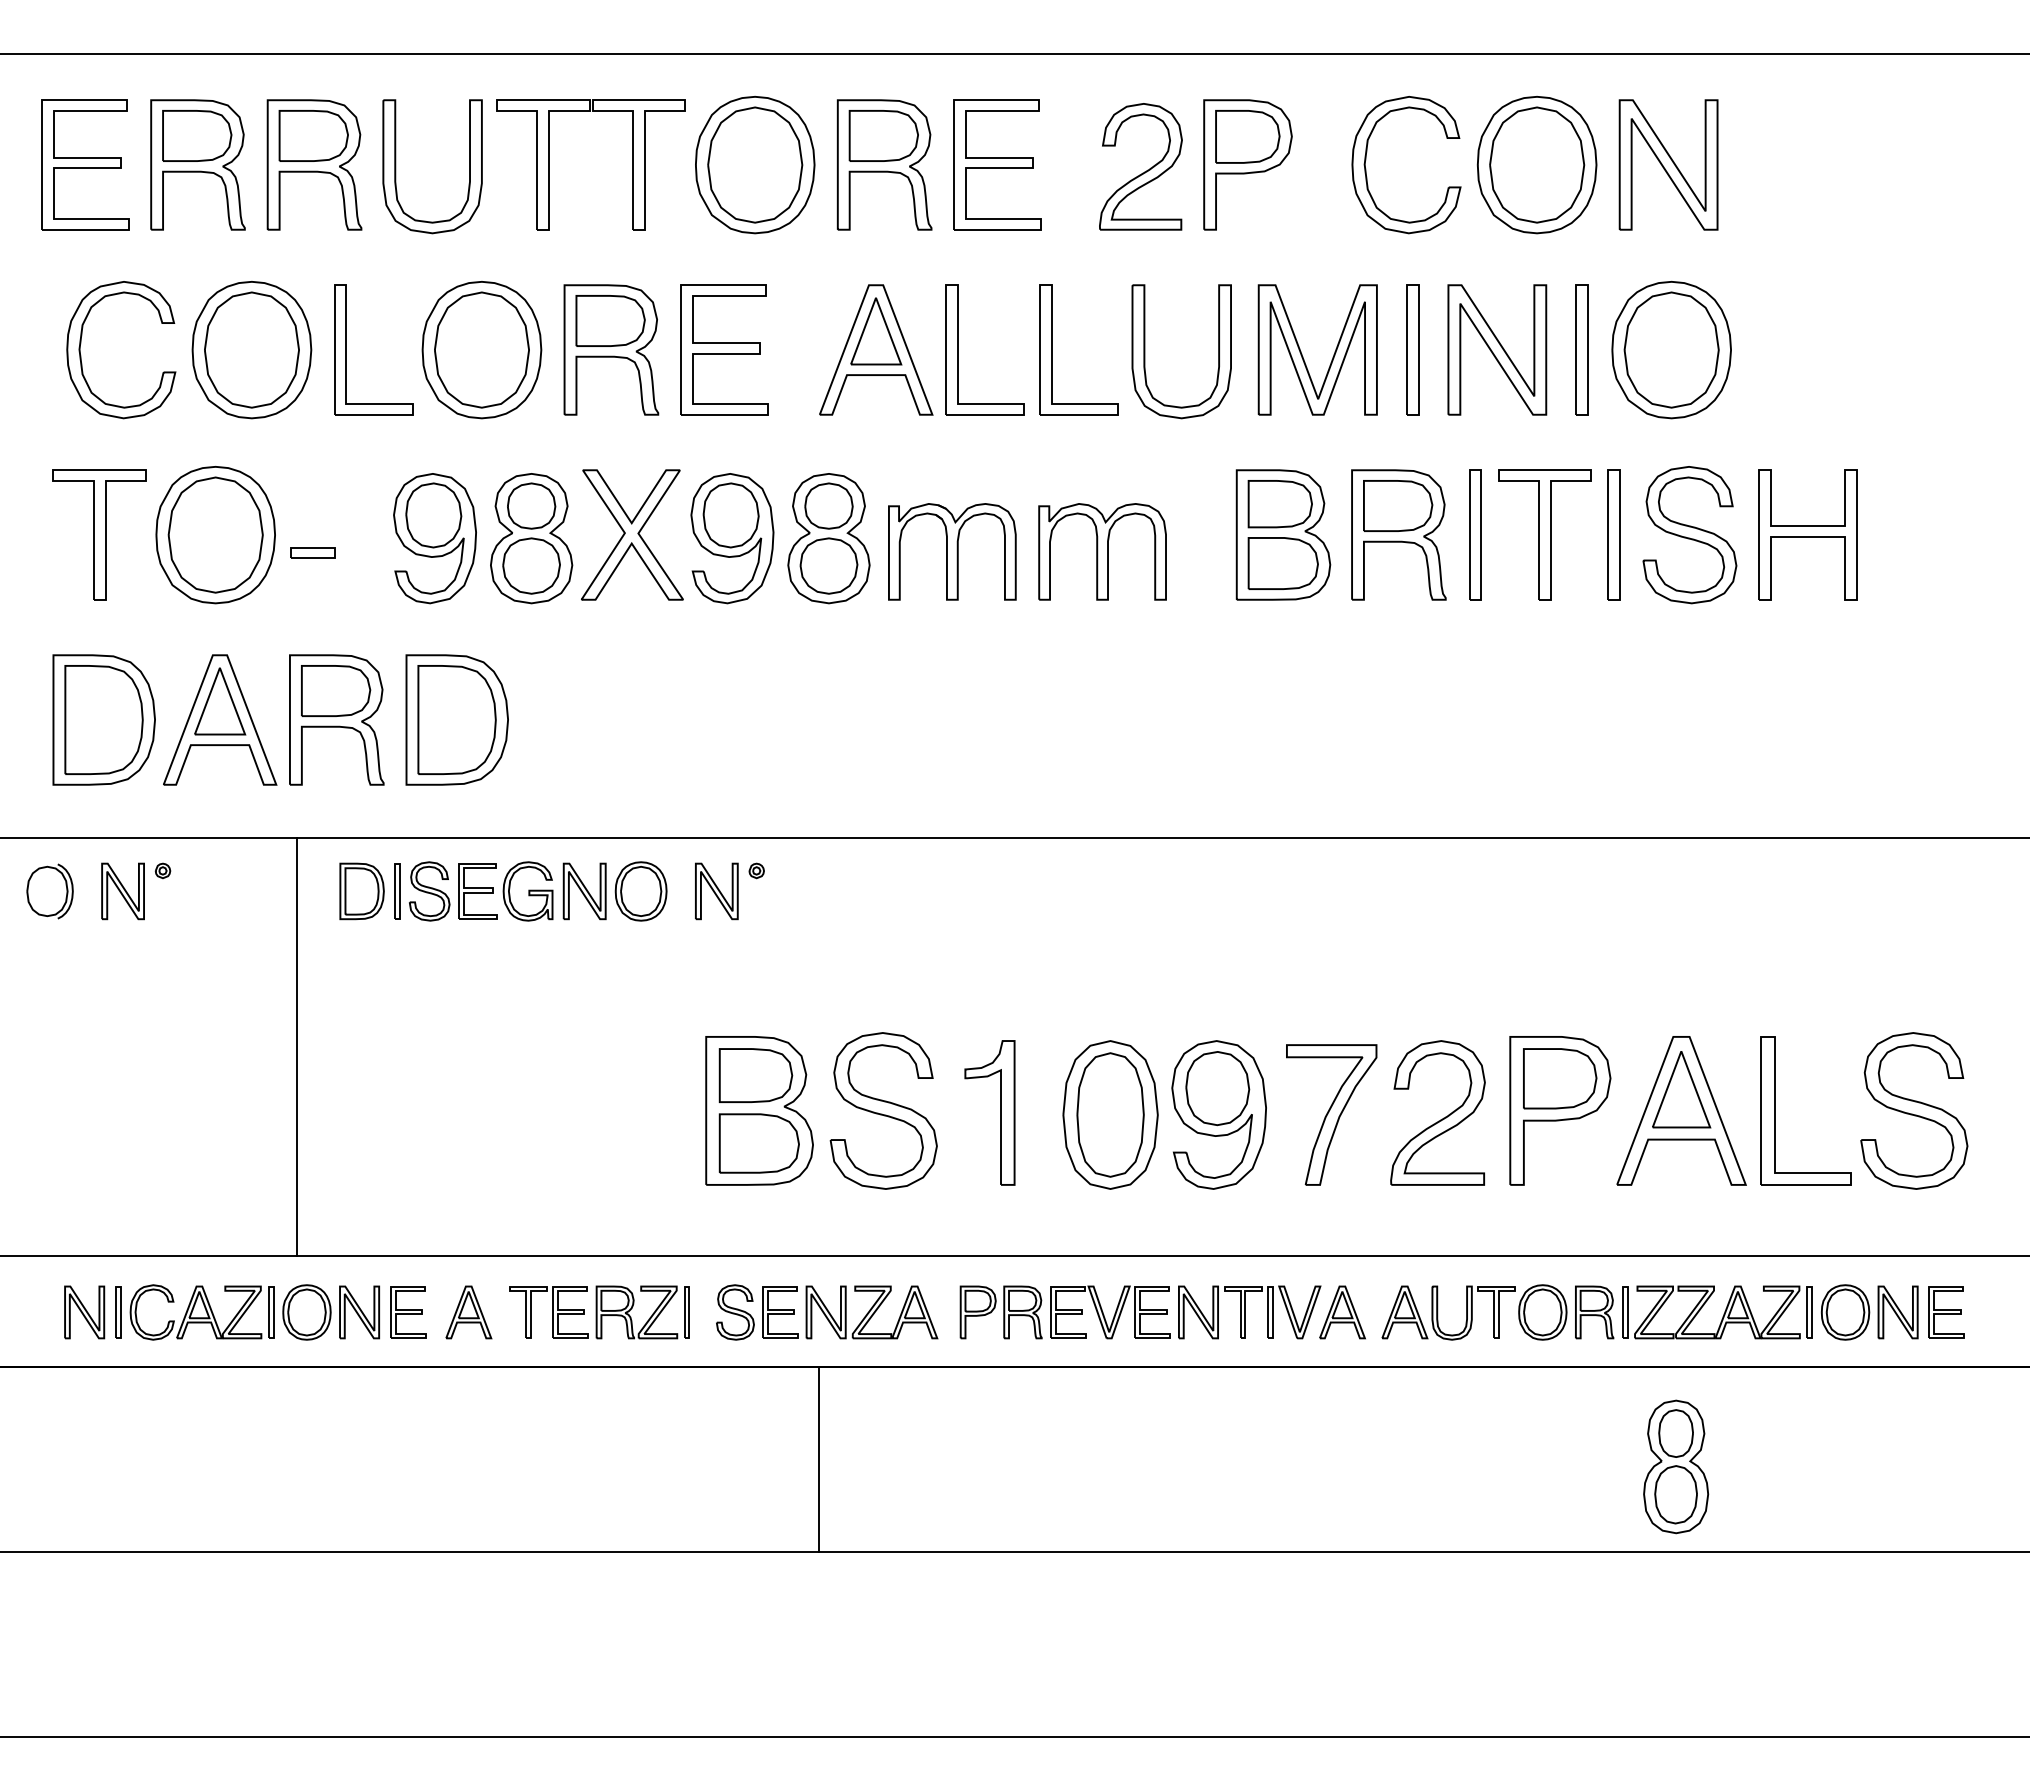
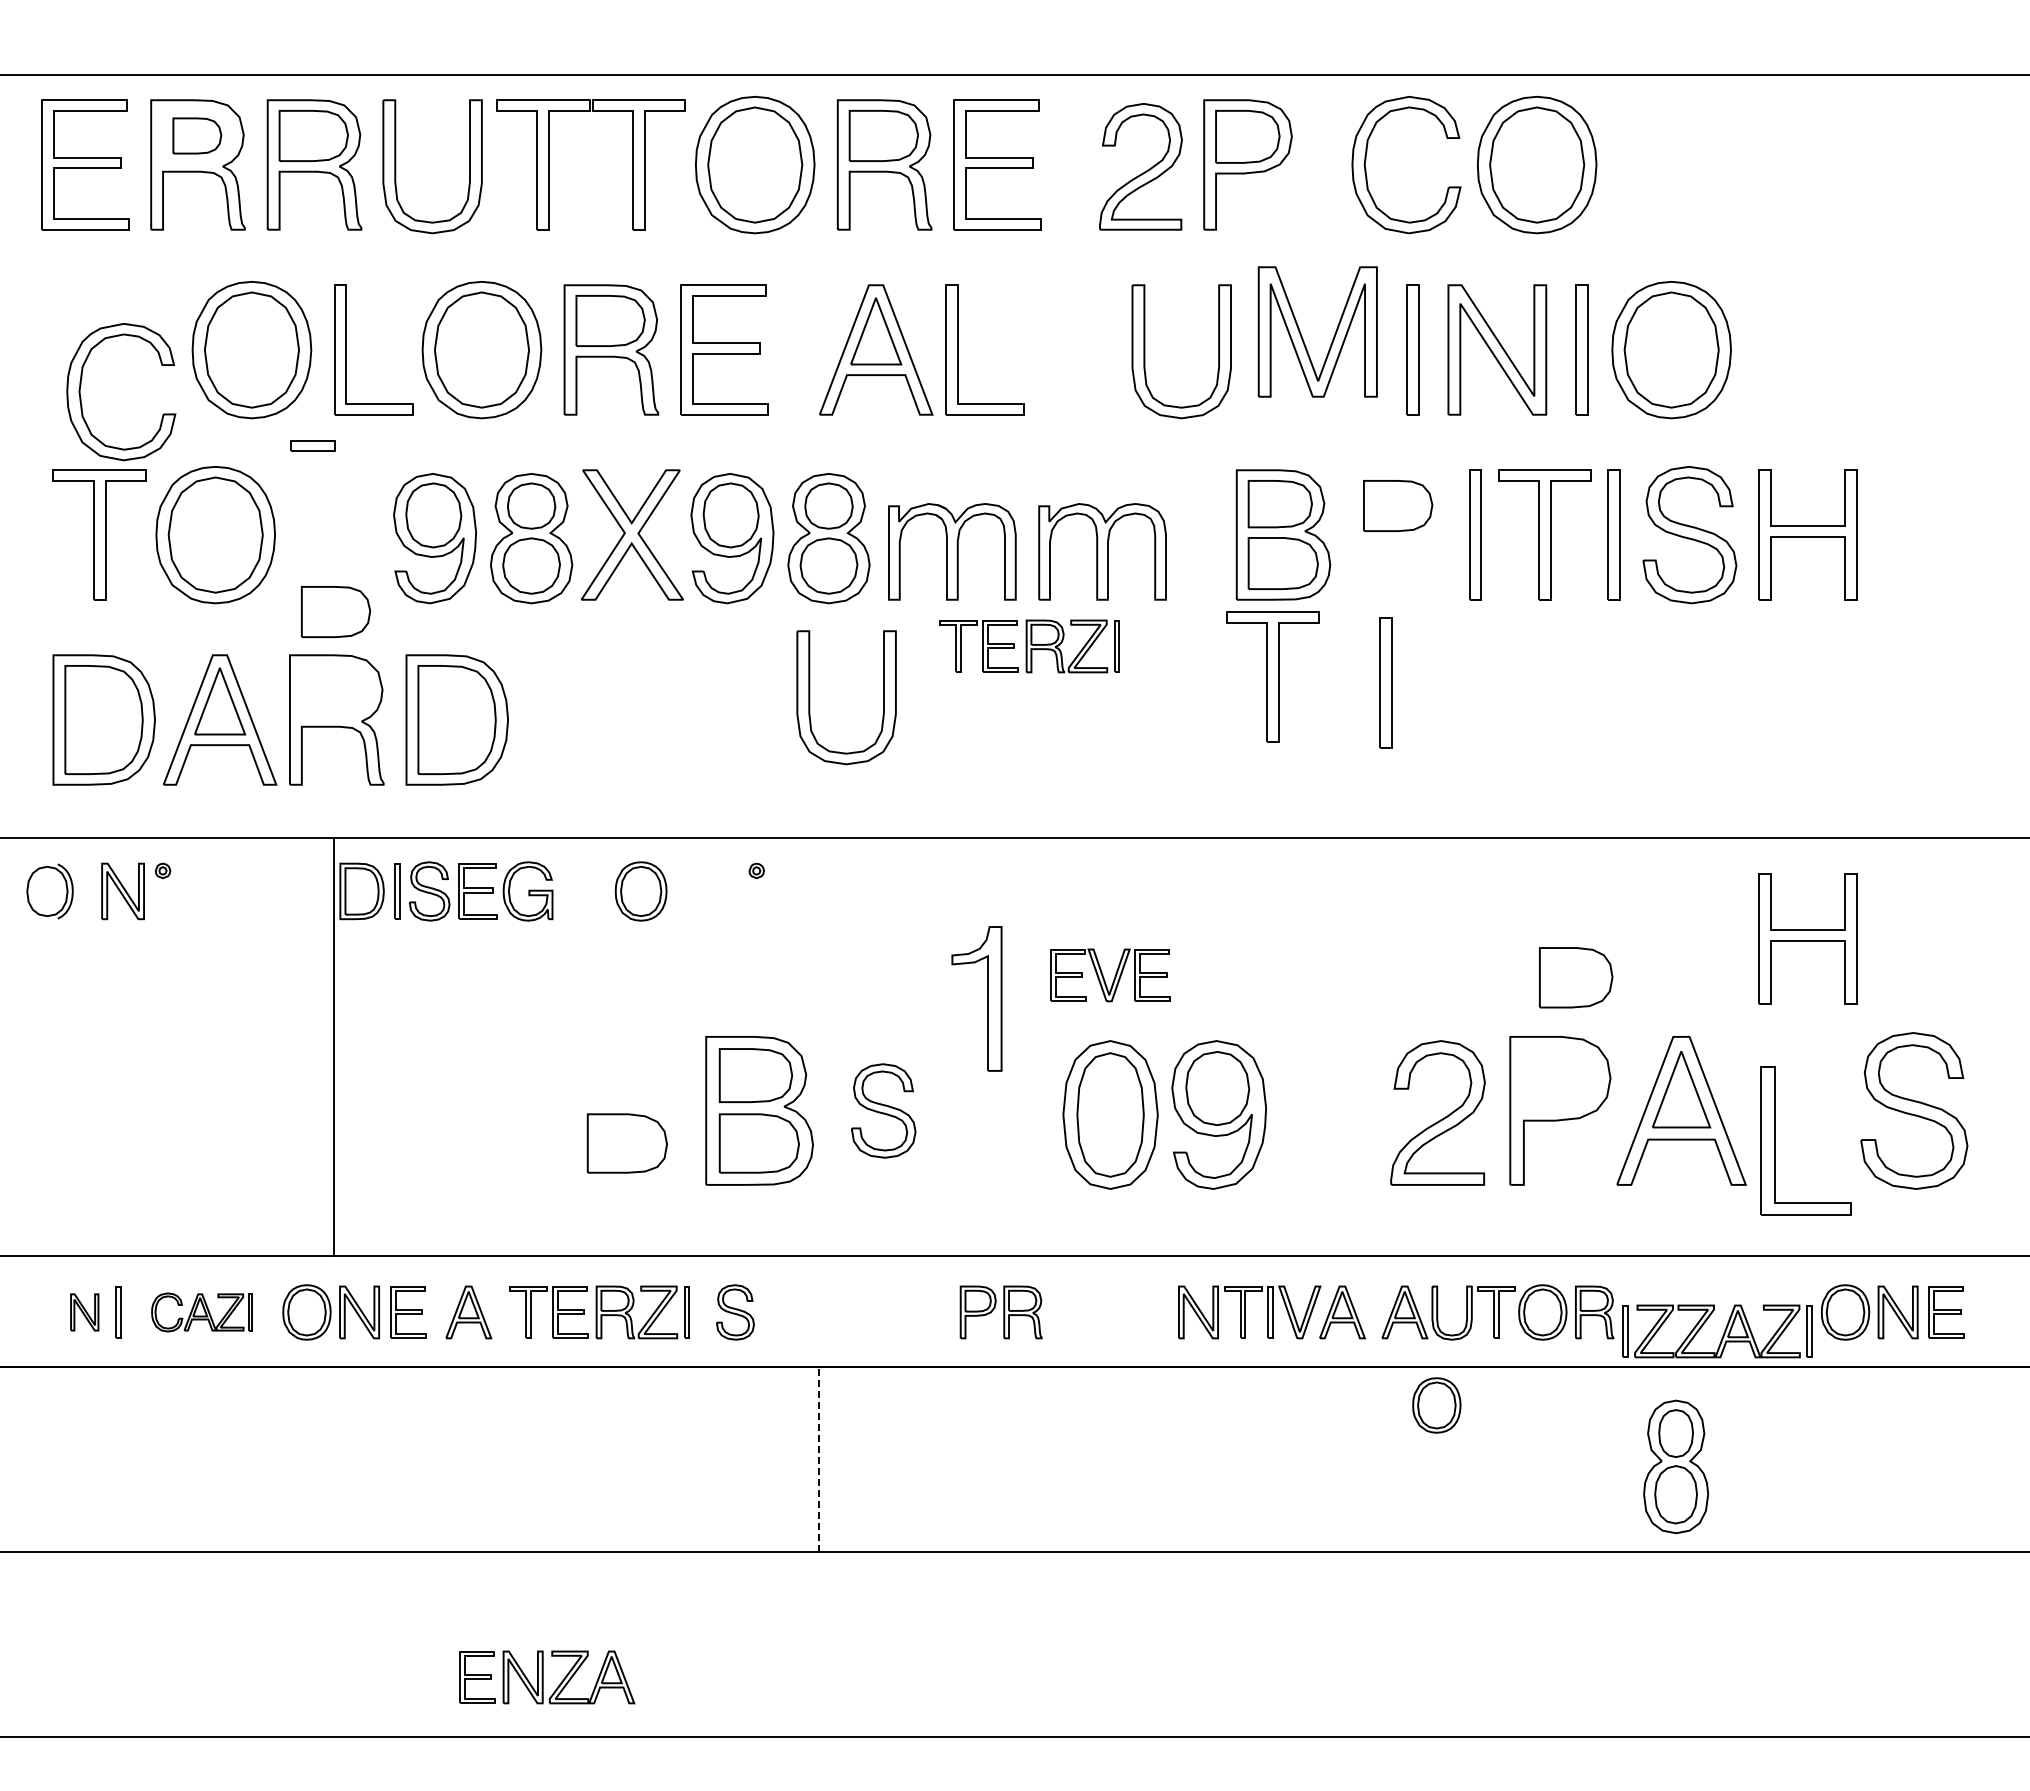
line at (1014, 53) position: (1014, 53) -> (1014, 74)
part at (197, 135) size: 71x52 px -> 51x38 px
part at (1668, 164): present -> none
part at (1052, 349): present -> none
part at (81, 355) position: (81, 355) -> (81, 397)
part at (1303, 356) position: (1303, 356) -> (1303, 338)
part at (1398, 534): present -> none
part at (312, 552) position: (312, 552) -> (312, 445)
part at (1029, 646): none -> present
part at (1272, 676): none -> present
part at (1385, 682): none -> present
part at (336, 690) position: (336, 690) -> (336, 611)
part at (810, 697): none -> present
part at (584, 891): present -> none
part at (716, 891): present -> none
part at (1807, 938): none -> present
line at (297, 1047) position: (297, 1047) -> (334, 1047)
part at (1560, 1078) position: (1560, 1078) -> (1576, 977)
part at (883, 1110) size: 109x158 px -> 66x96 px
part at (1775, 1110) position: (1775, 1110) -> (1775, 1140)
part at (1000, 1112) position: (1000, 1112) -> (987, 998)
part at (1331, 1114): present -> none
part at (626, 1143): none -> present
part at (84, 1312) size: 42x55 px -> 30x39 px
part at (201, 1312) size: 146x57 px -> 102x41 px
part at (850, 1312) position: (850, 1312) -> (547, 1677)
part at (1110, 1312) position: (1110, 1312) -> (1110, 975)
part at (1723, 1313) position: (1723, 1313) -> (1723, 1332)
part at (1436, 1405): none -> present
line at (819, 1459): solid -> dashed
